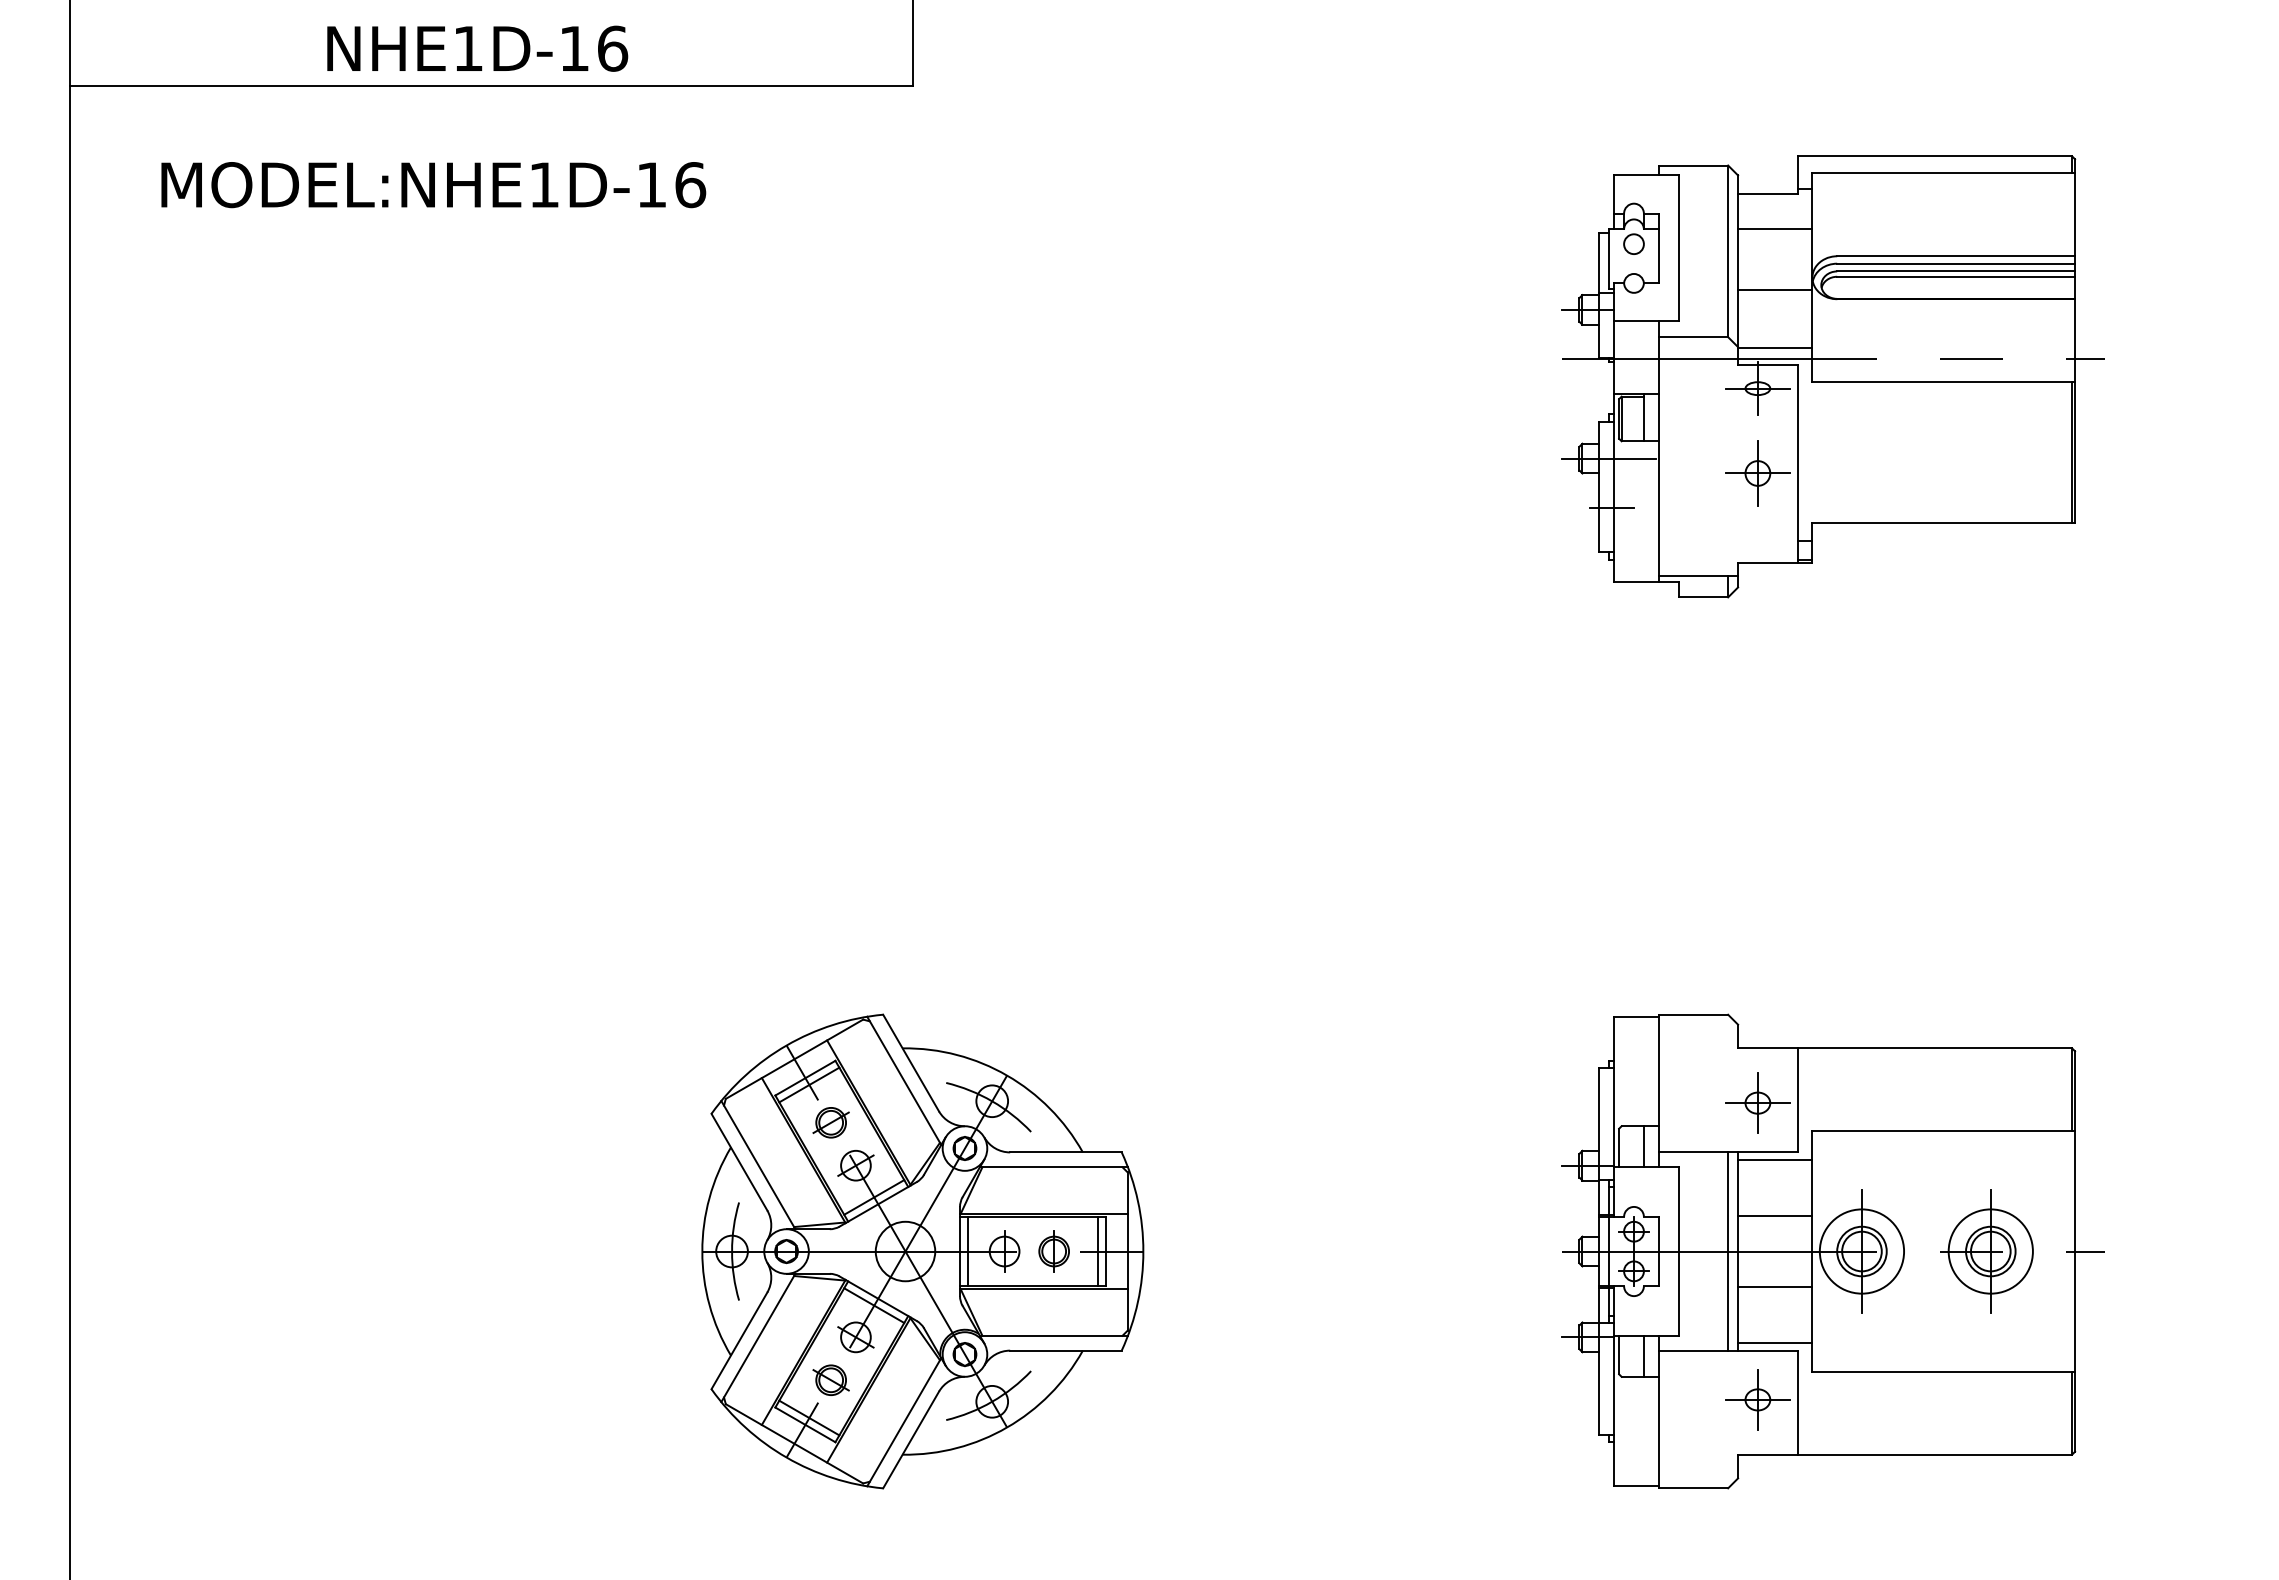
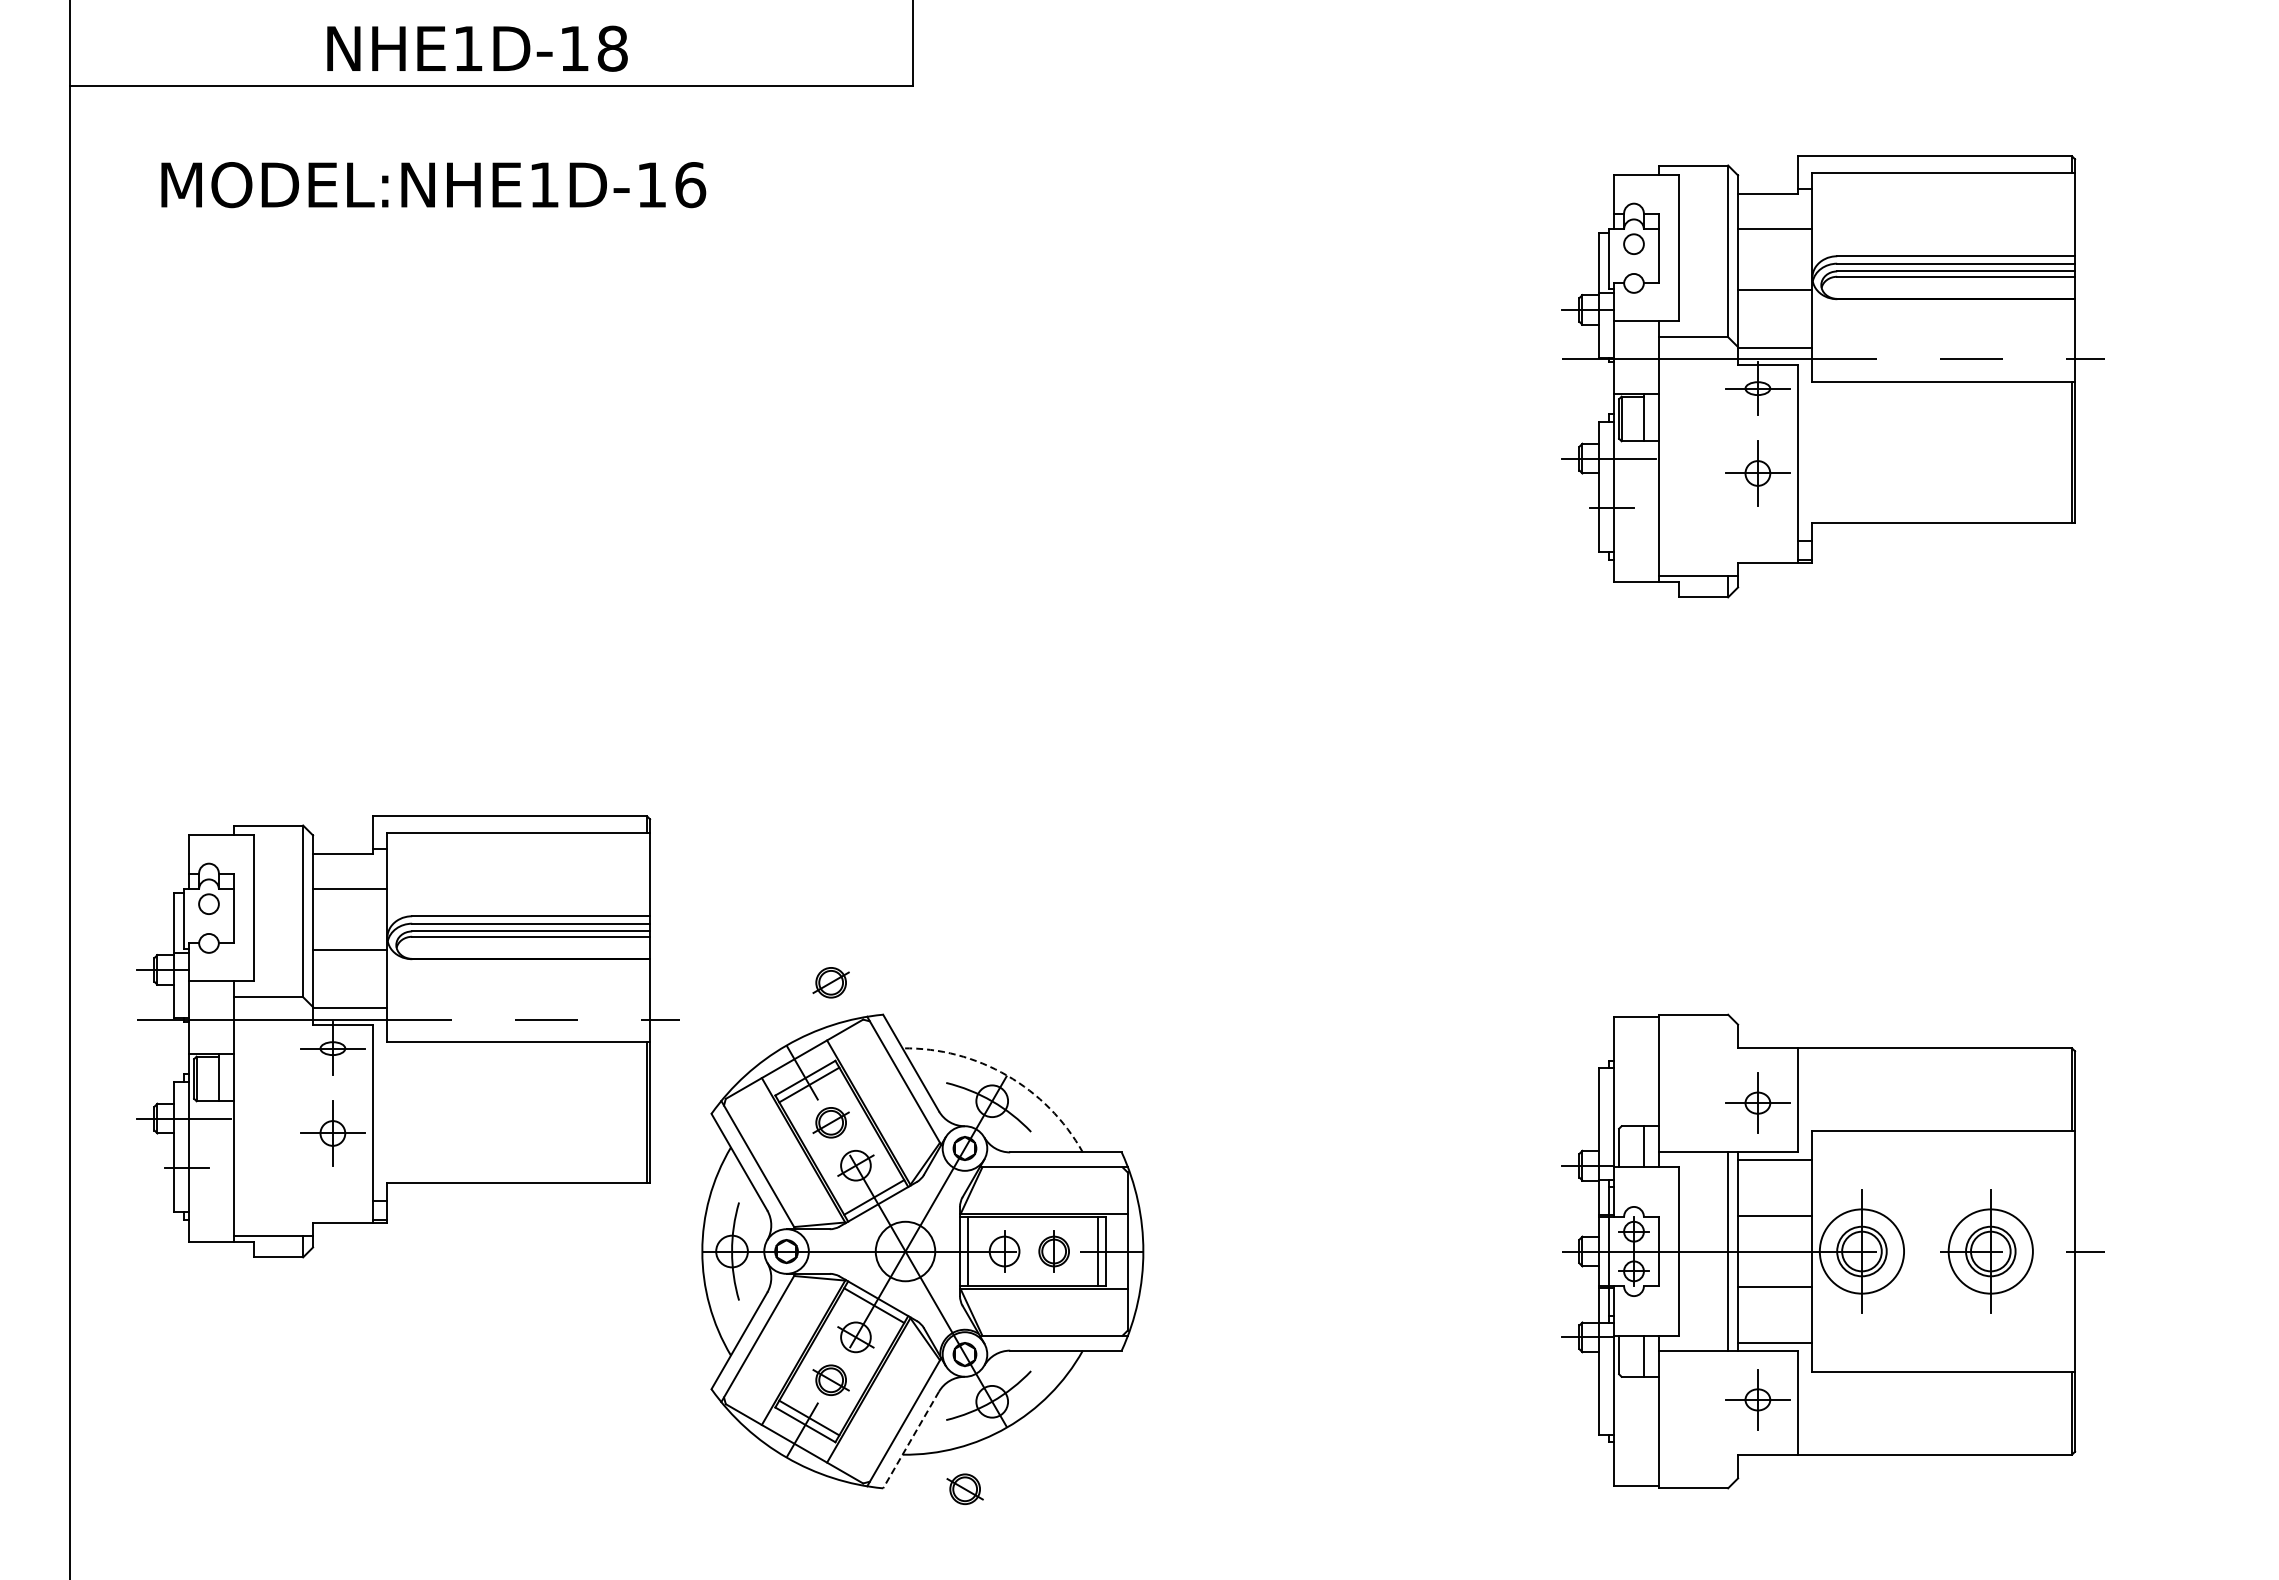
text at (612, 48): NHE1D-16 -> NHE1D-18
part at (830, 982): none -> present
part at (407, 1036): none -> present
arc at (1007, 1075): solid -> dashed
line at (911, 1440): solid -> dashed
part at (964, 1488): none -> present
